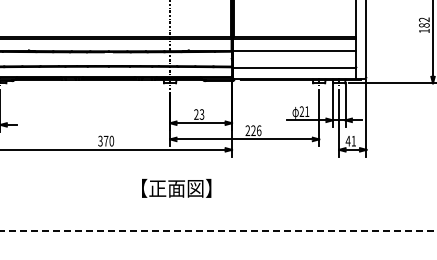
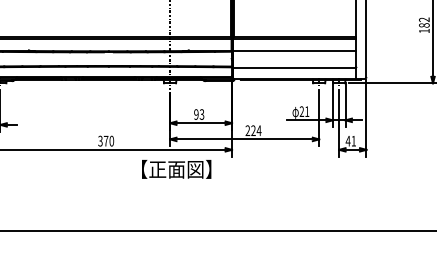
text at (196, 114): 23 -> 93
text at (258, 130): 226 -> 224
text at (176, 188) position: (176, 188) -> (176, 169)
line at (218, 230): dashed -> solid
